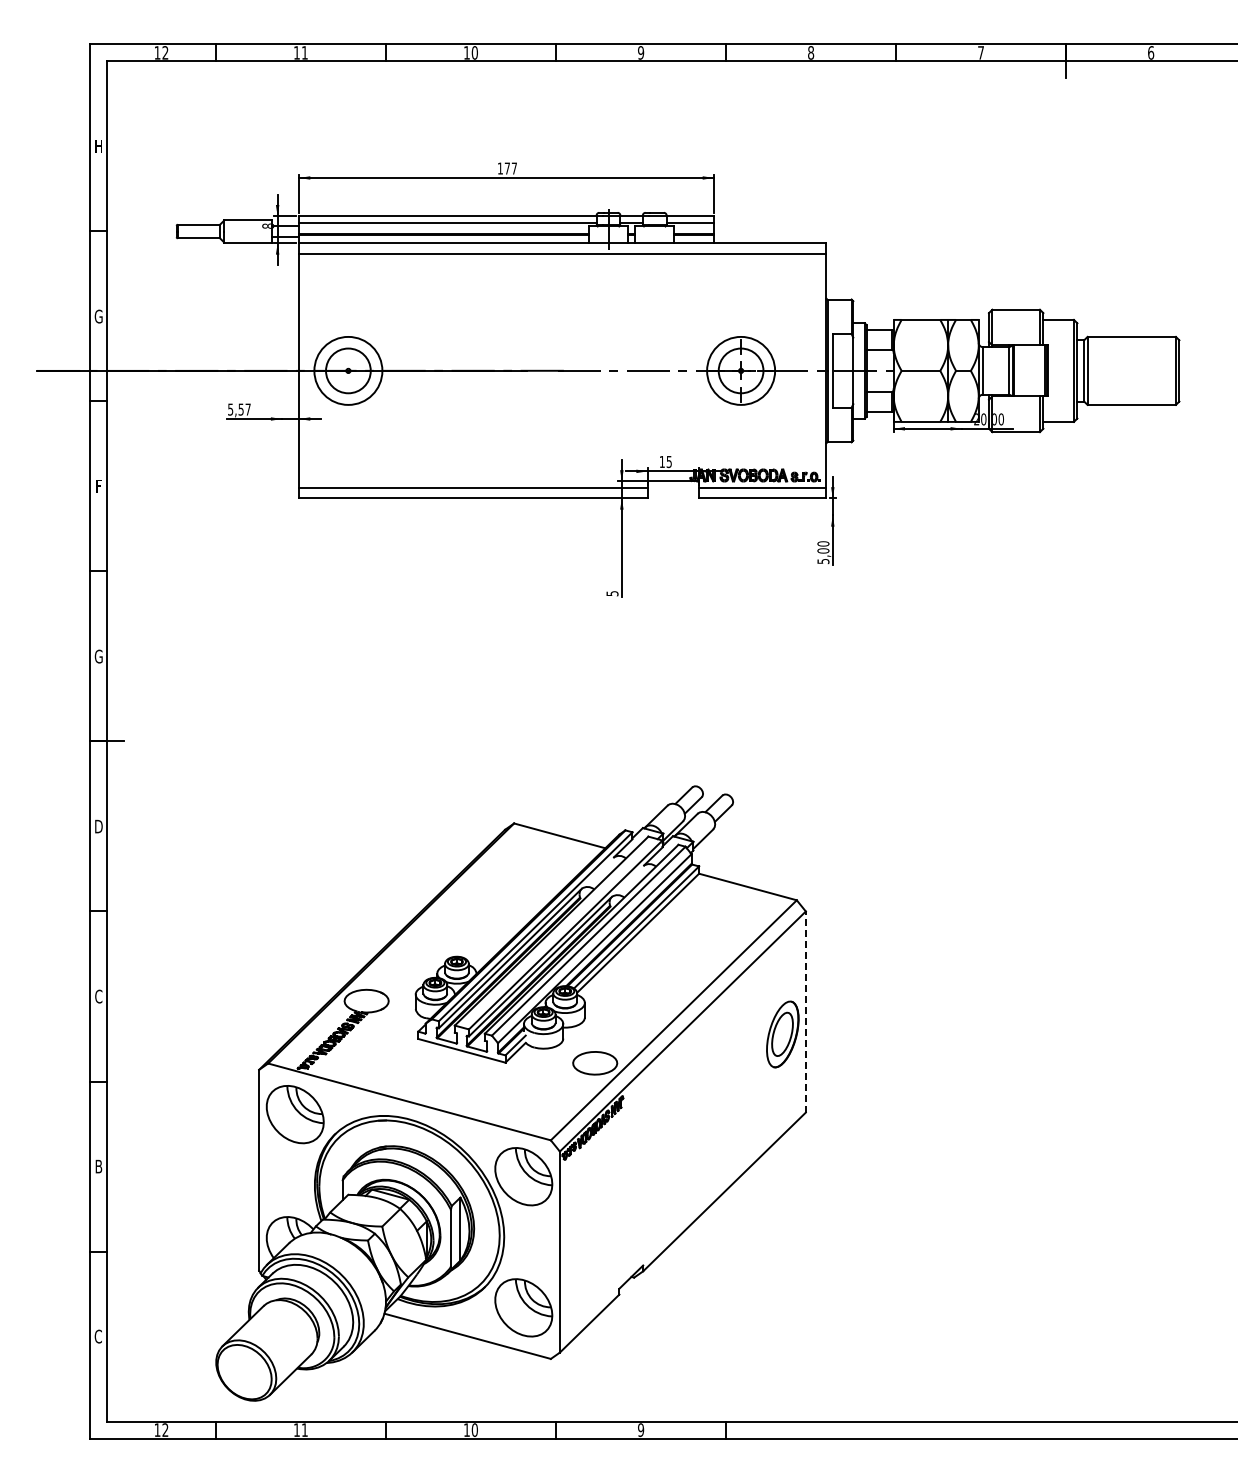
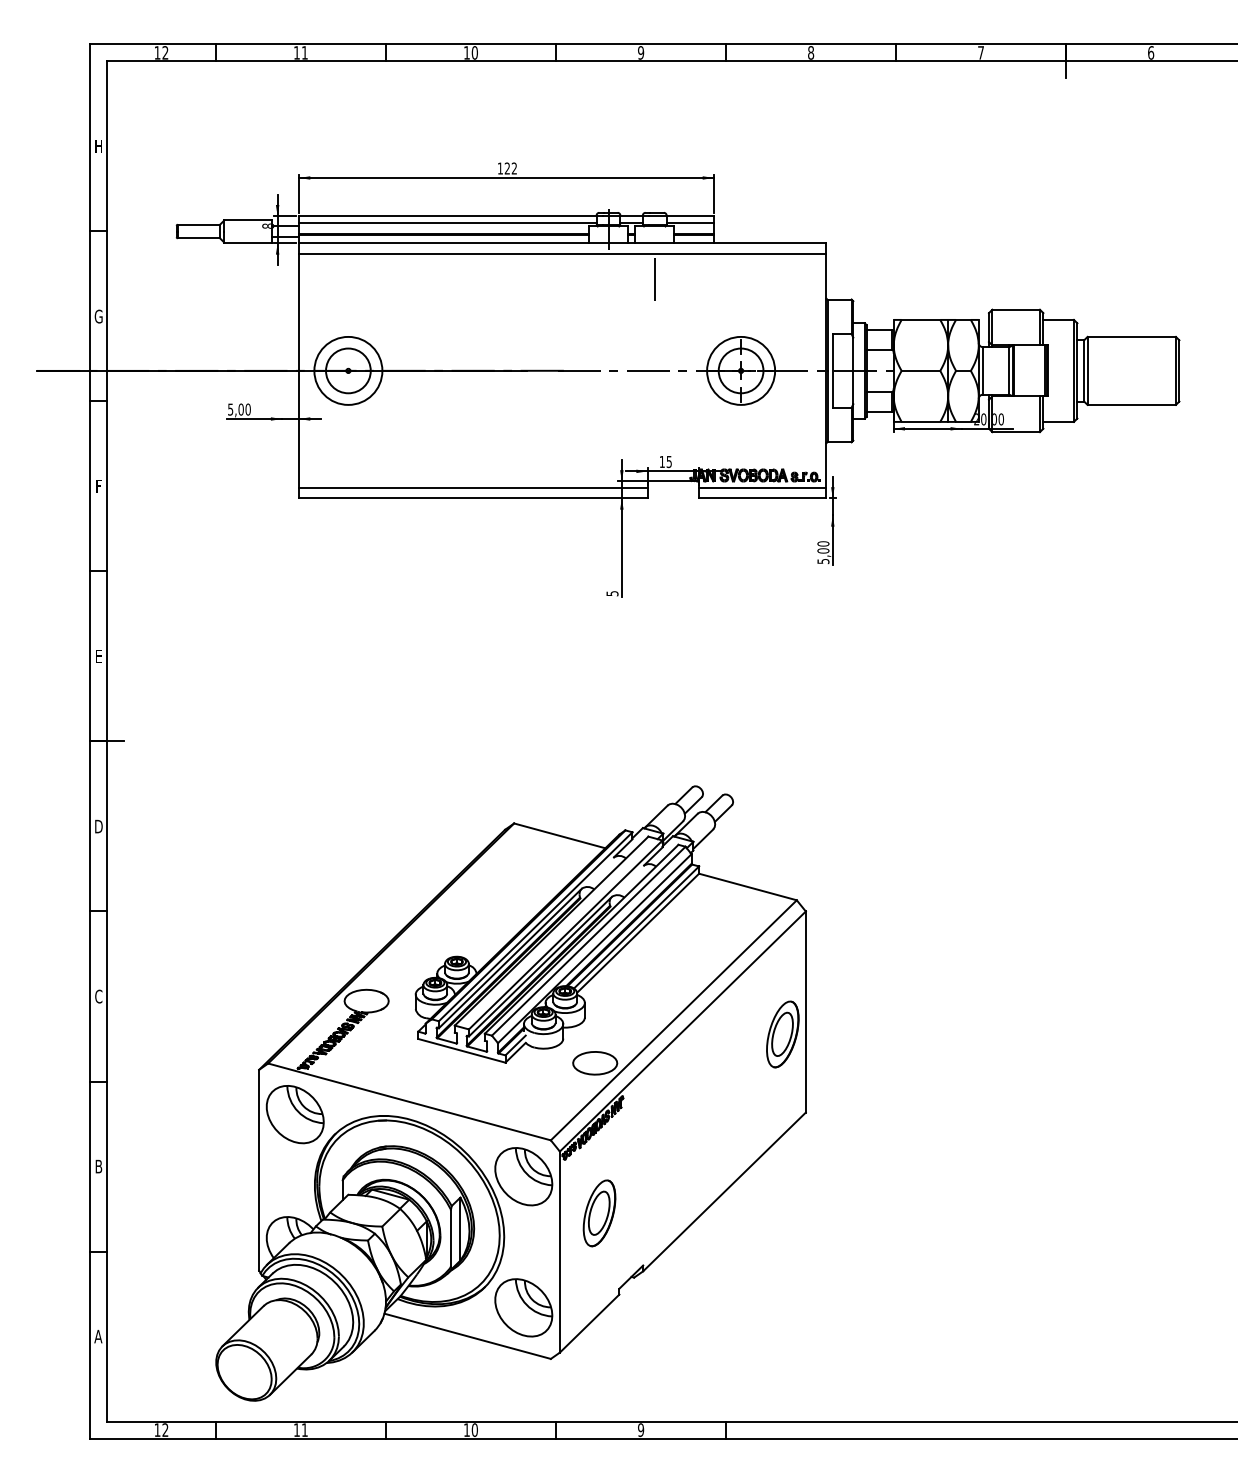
text at (510, 168): 177 -> 122
line at (654, 279): none -> present
text at (244, 409): 5,57 -> 5,00
text at (98, 656): G -> E
line at (805, 1012): dashed -> solid
part at (599, 1213): none -> present
text at (98, 1336): C -> A
